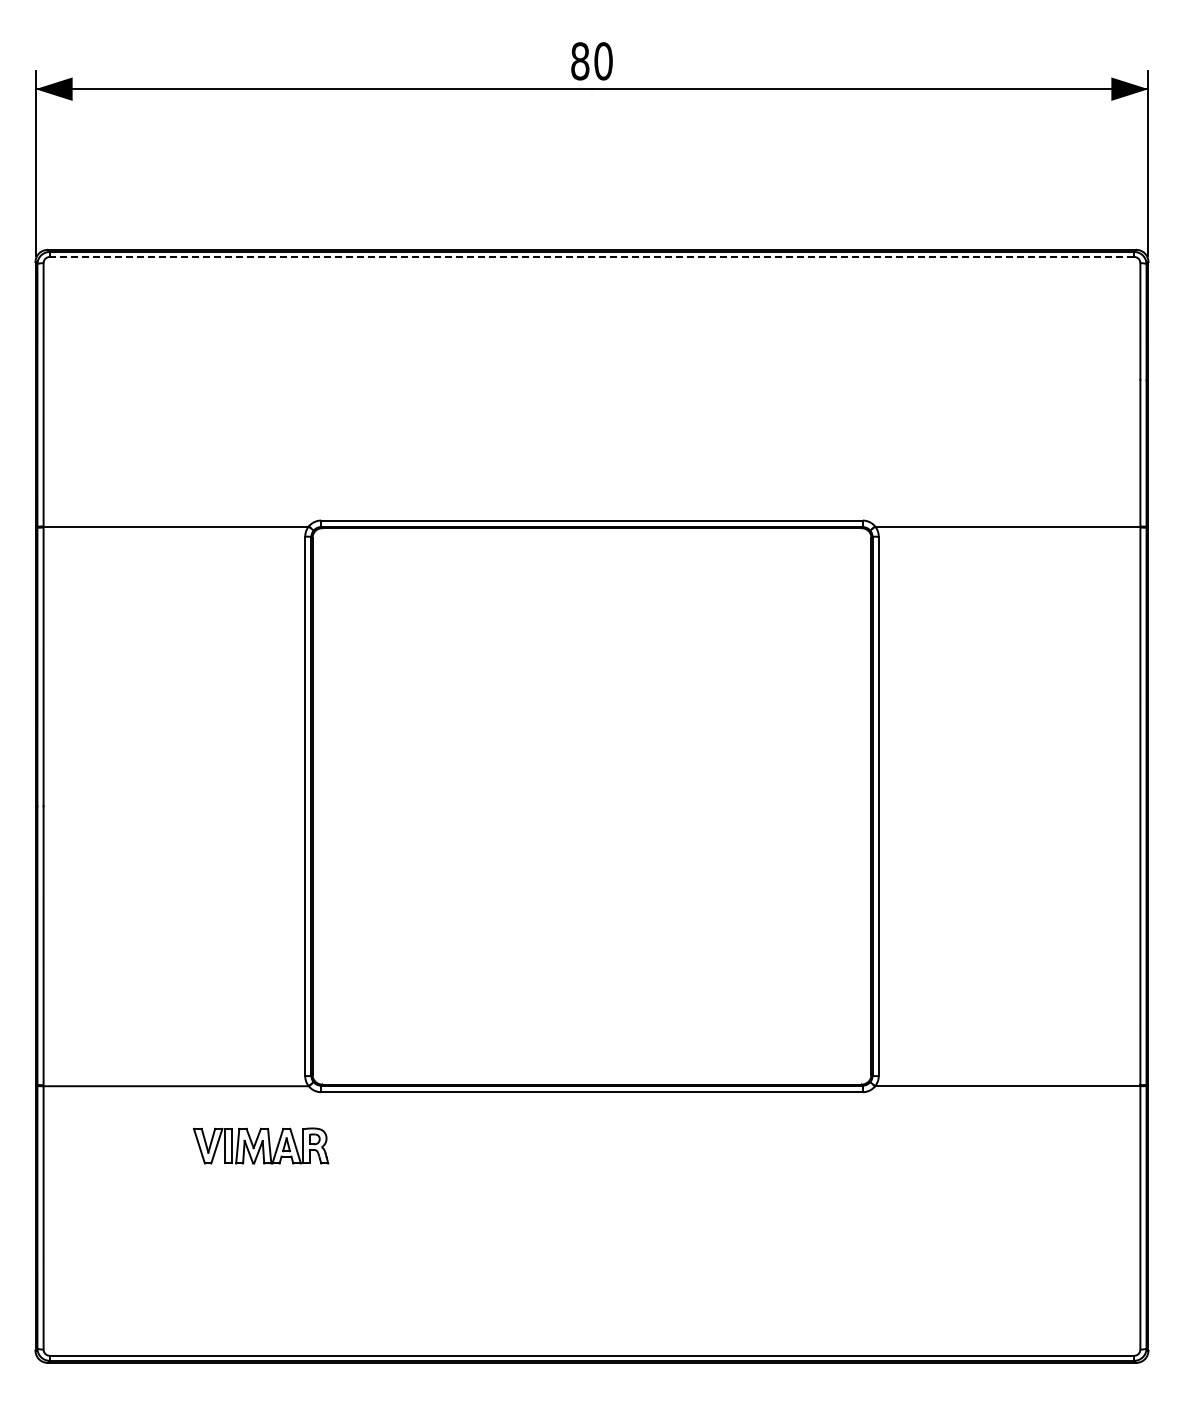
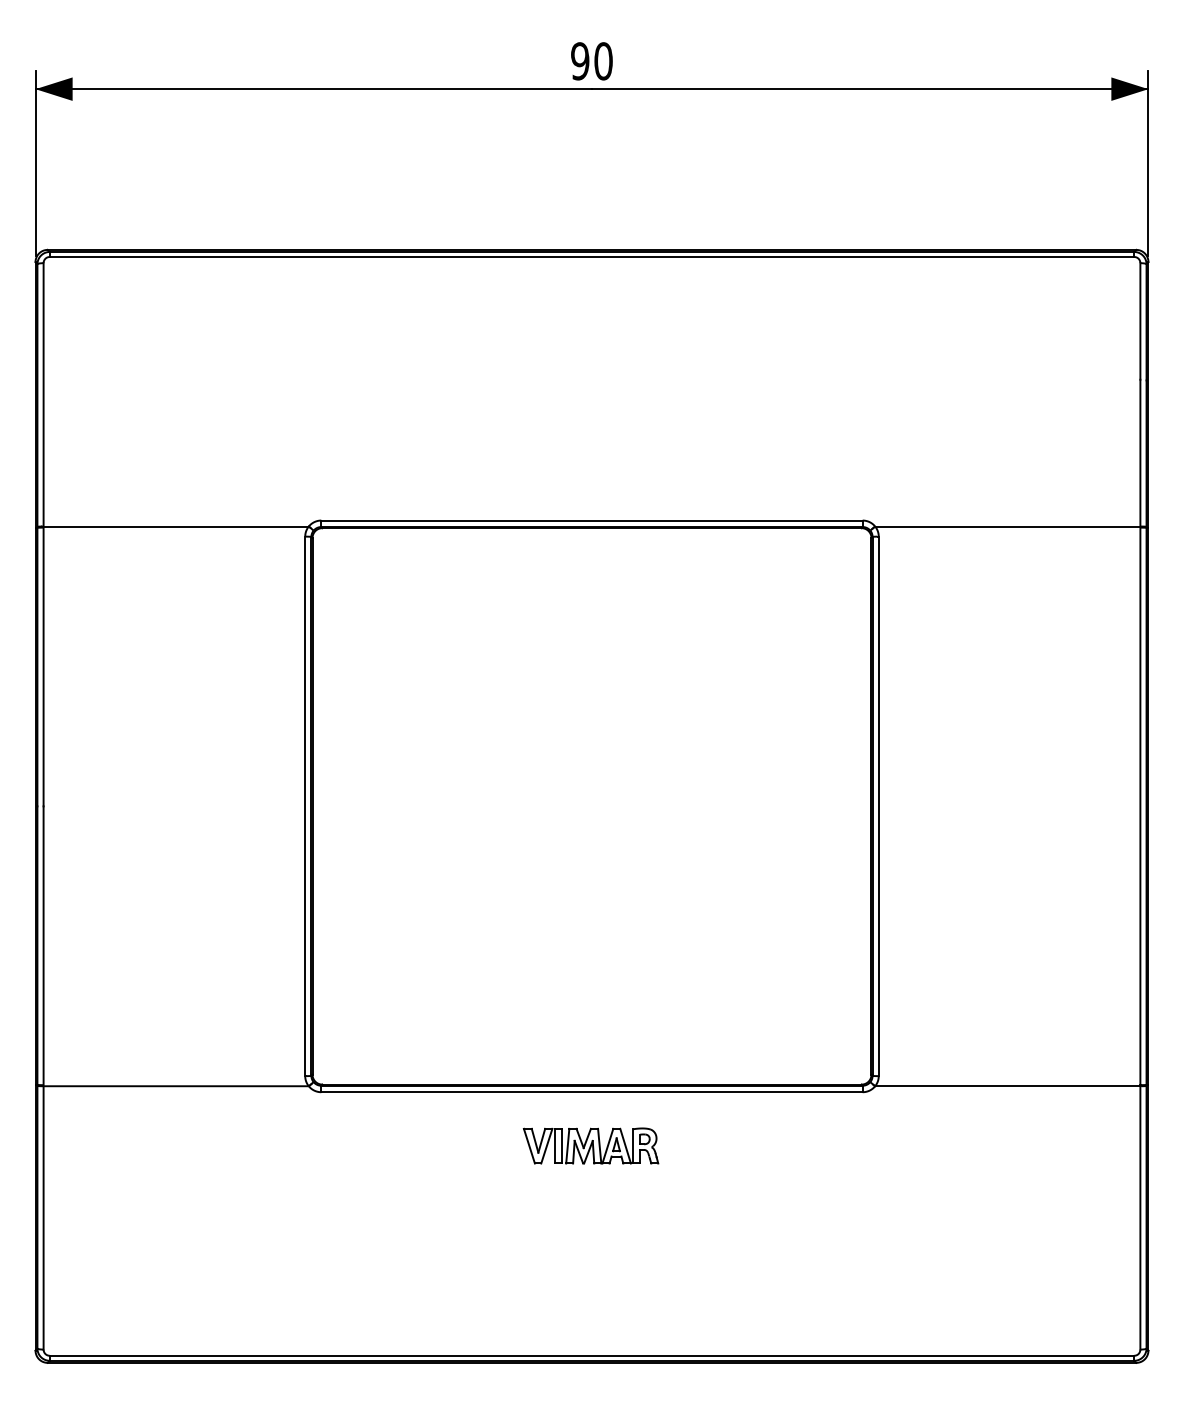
text at (580, 61): 80 -> 90
line at (591, 257): dashed -> solid
part at (260, 1145) position: (260, 1145) -> (590, 1145)
